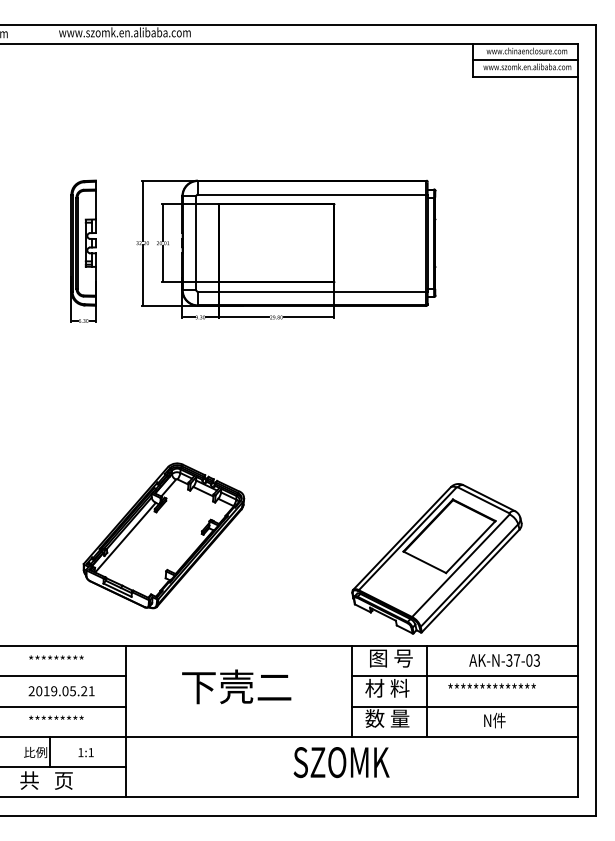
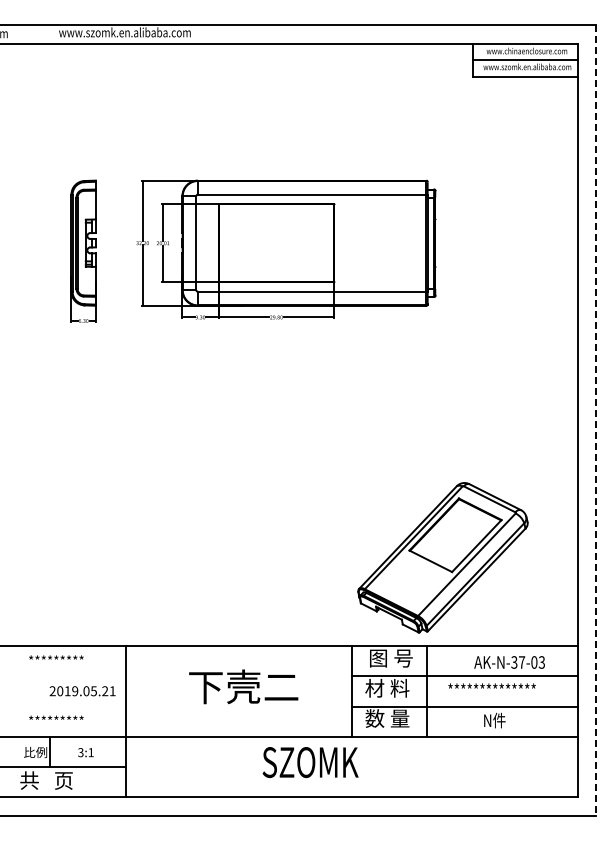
line at (596, 420): solid -> dashed
part at (163, 535): present -> none
part at (436, 558) position: (436, 558) -> (442, 557)
text at (504, 660) position: (504, 660) -> (509, 662)
line at (63, 676): present -> none
text at (236, 686) position: (236, 686) -> (243, 686)
text at (61, 691) position: (61, 691) -> (82, 691)
line at (63, 706): present -> none
text at (80, 752): 1:1 -> 3:1
text at (341, 762) position: (341, 762) -> (310, 762)
